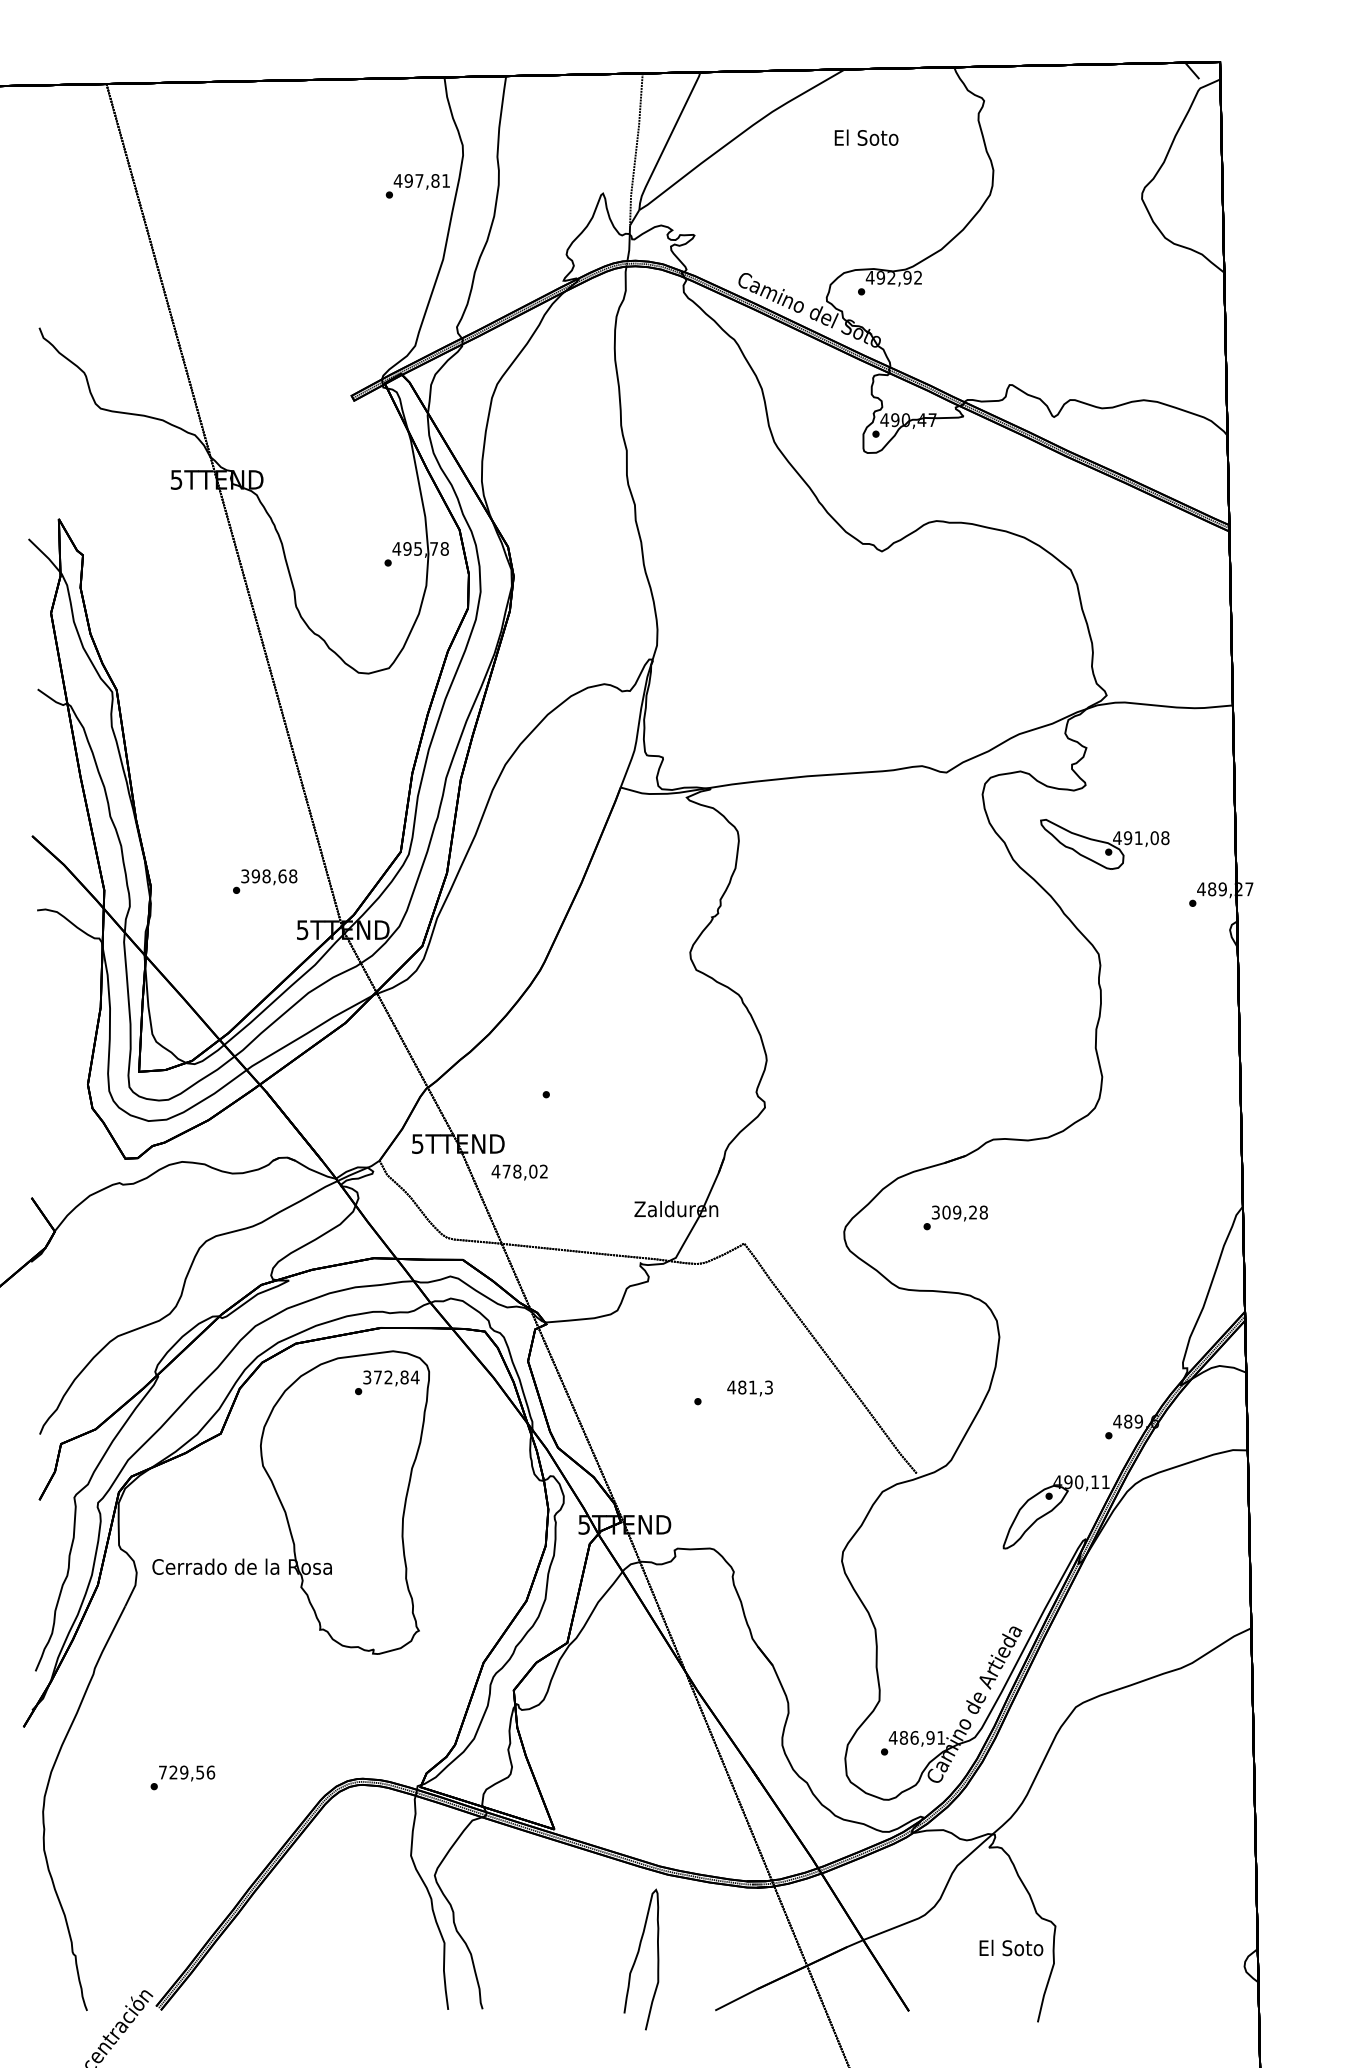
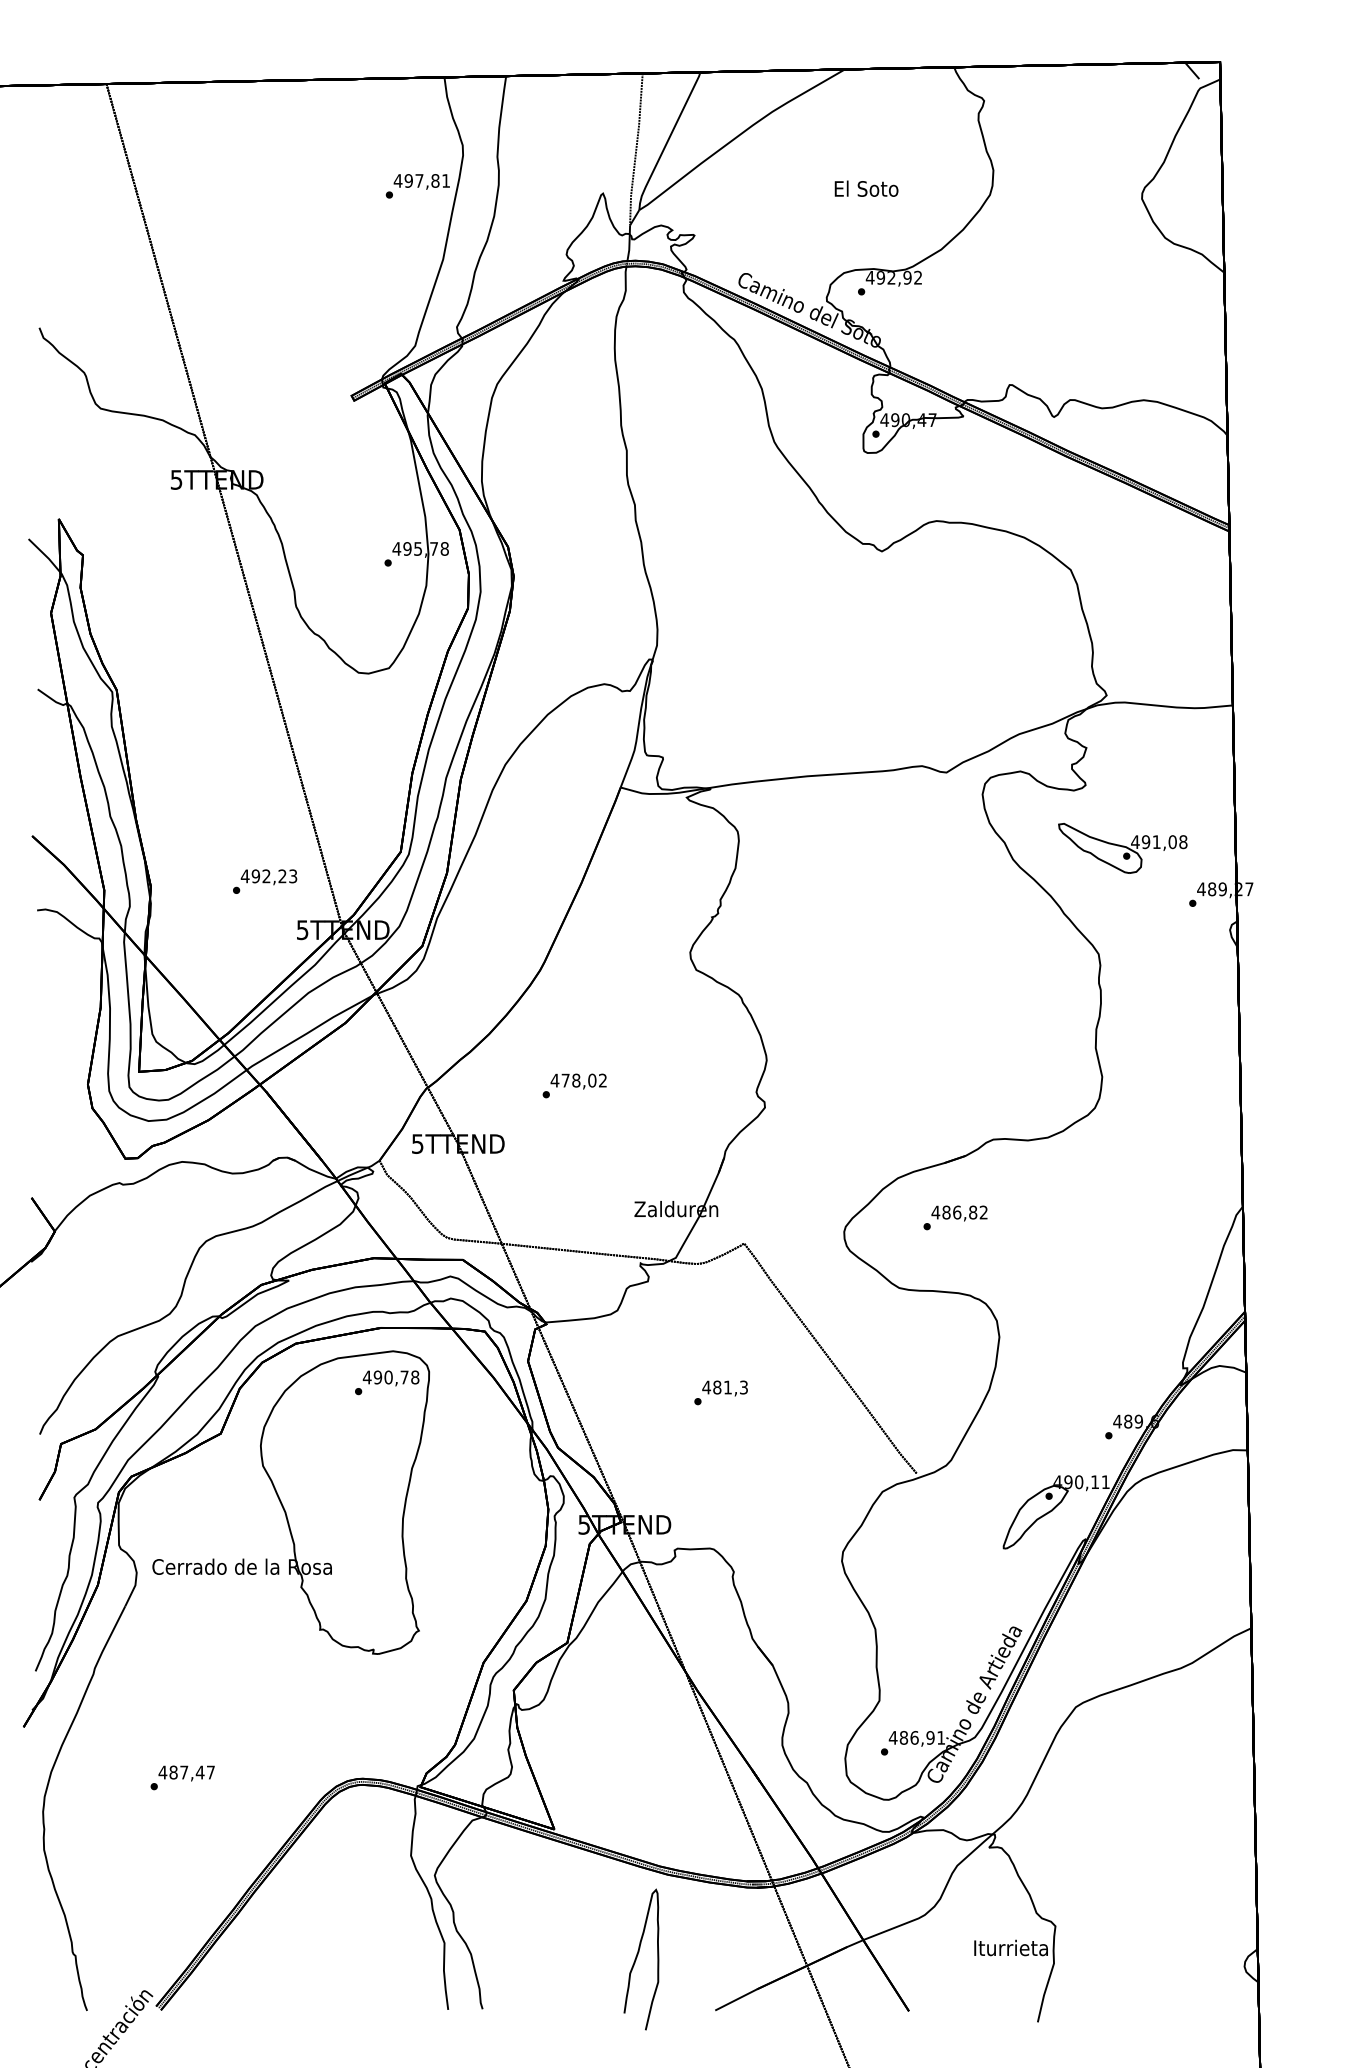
text at (866, 137) position: (866, 137) -> (866, 188)
part at (1104, 844) position: (1104, 844) -> (1122, 848)
text at (268, 876): 398,68 -> 492,23
text at (519, 1172) position: (519, 1172) -> (578, 1081)
text at (959, 1212): 309,28 -> 486,82
text at (390, 1377): 372,84 -> 490,78
text at (749, 1388) position: (749, 1388) -> (724, 1388)
text at (186, 1772): 729,56 -> 487,47
text at (1010, 1947): El Soto -> Iturrieta
